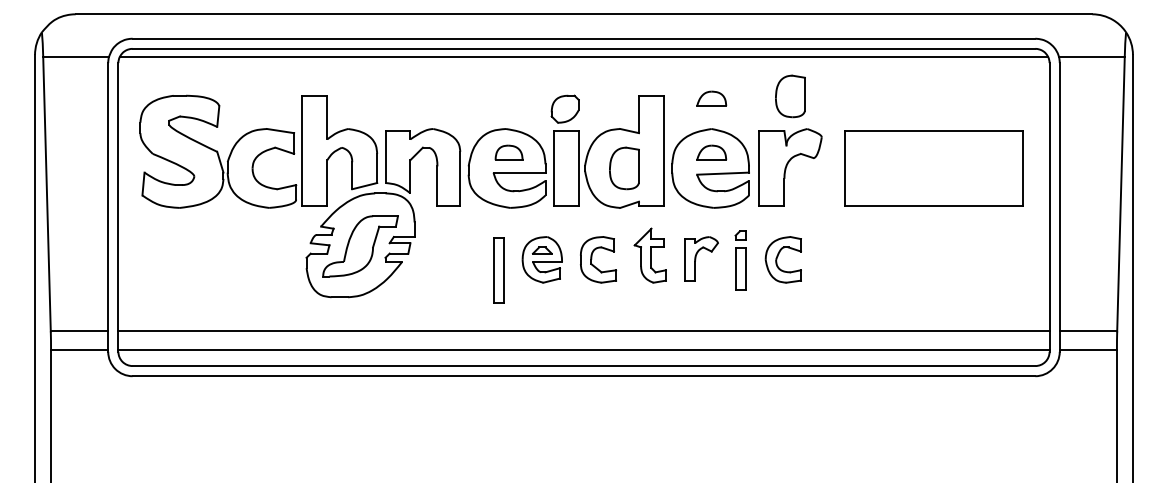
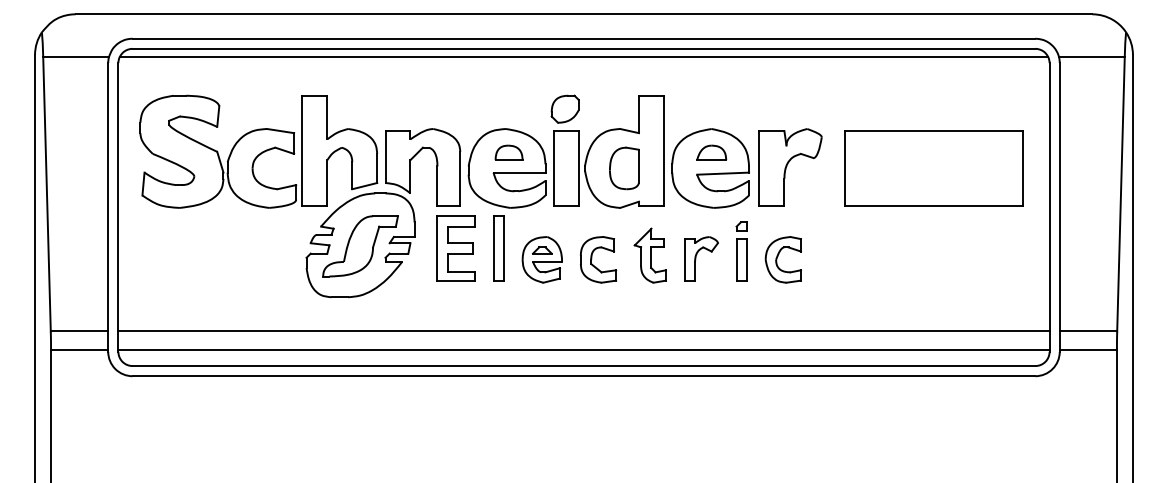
part at (790, 96): present -> none
part at (711, 98): present -> none
part at (455, 248): none -> present
part at (740, 260) position: (740, 260) -> (741, 251)
part at (498, 270) position: (498, 270) -> (498, 248)
